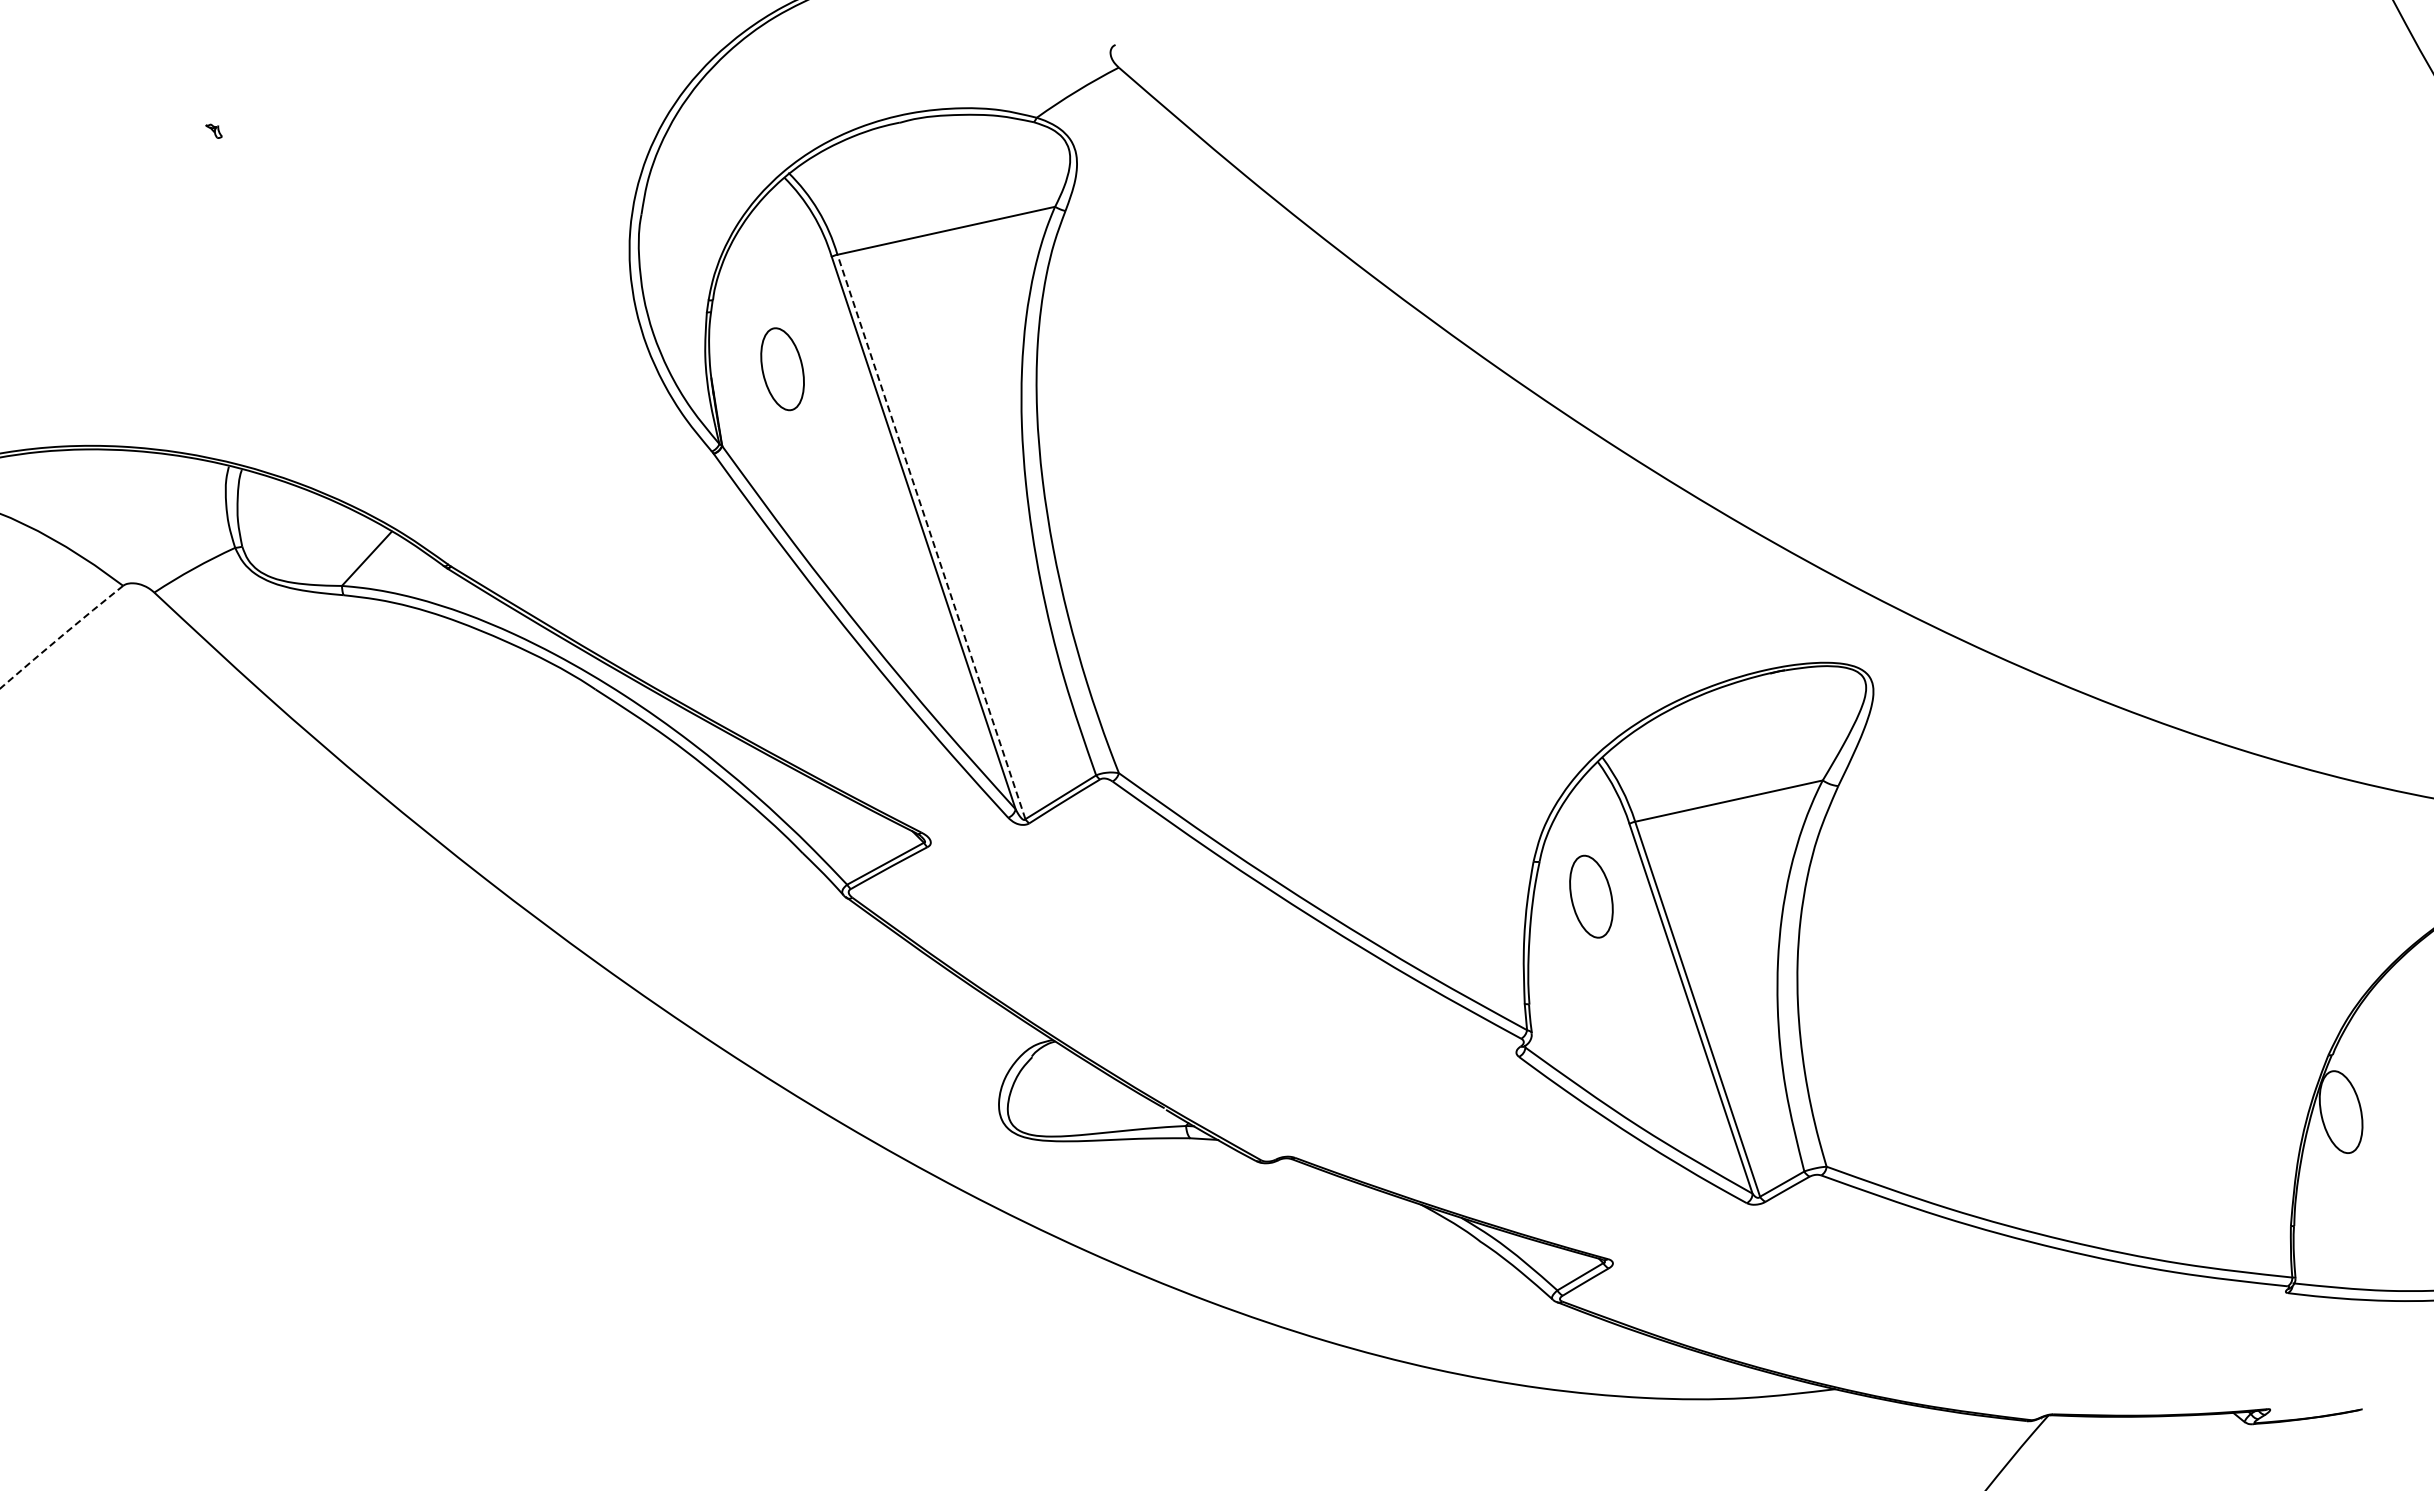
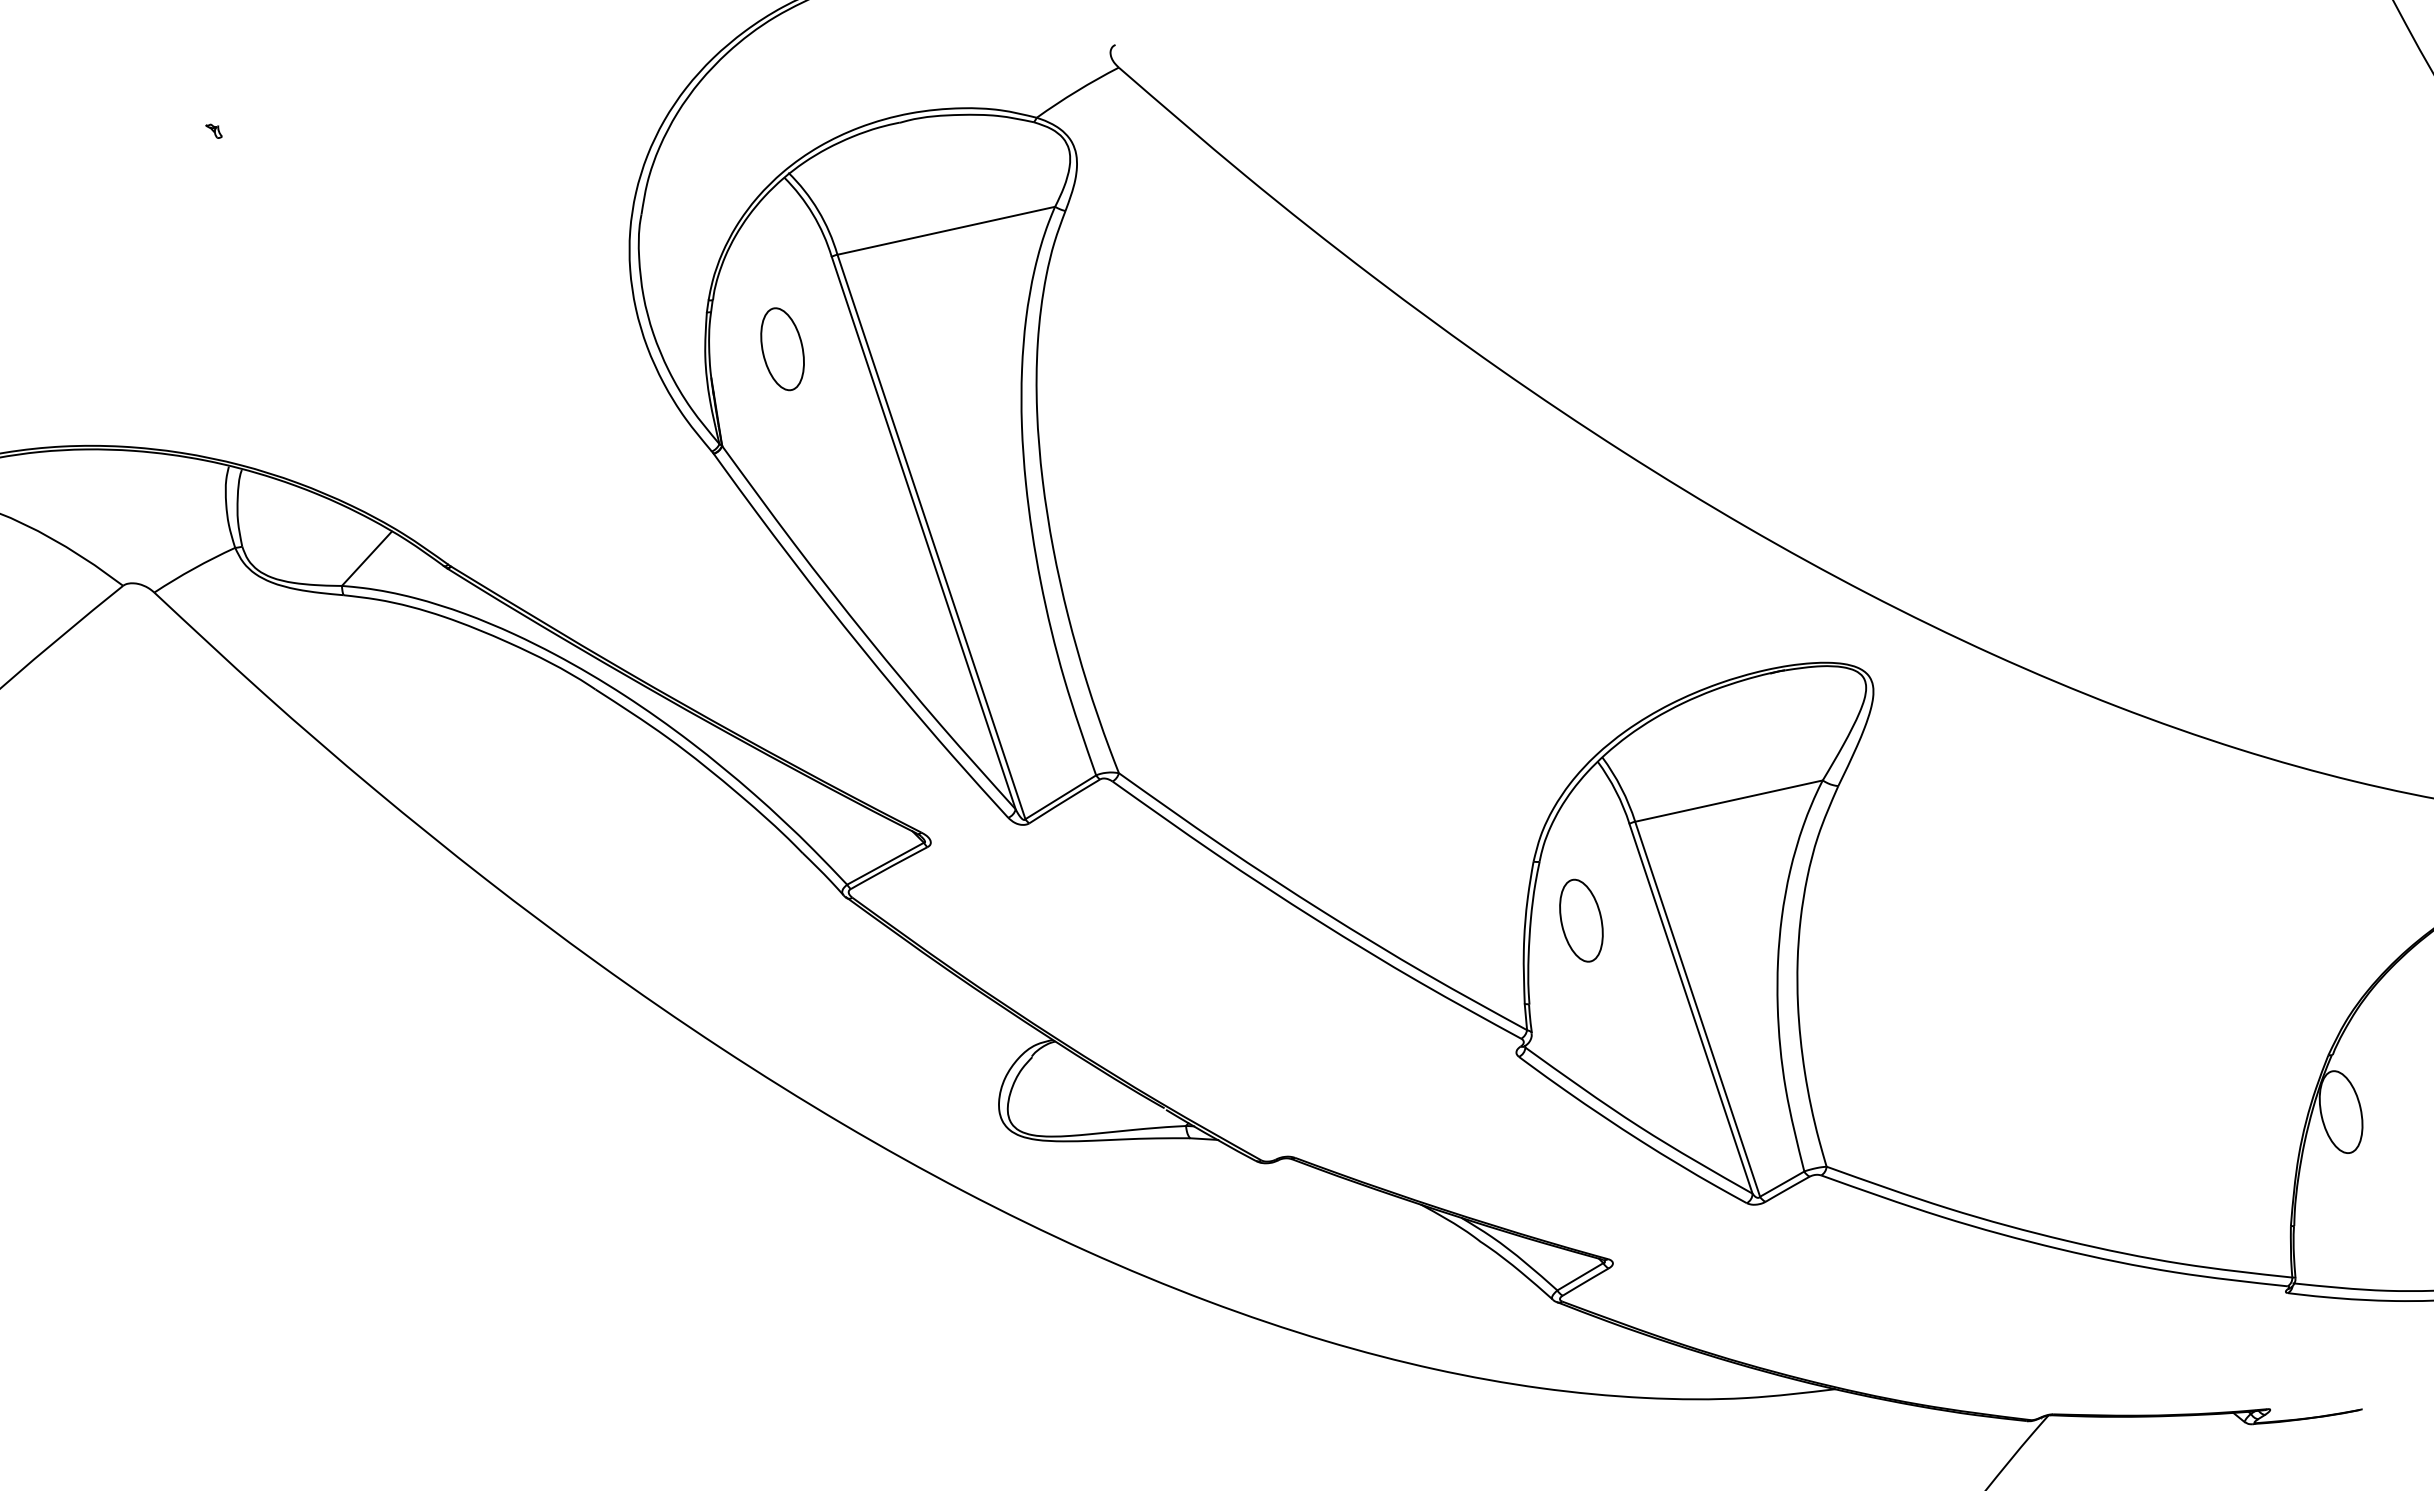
part at (782, 369) position: (782, 369) -> (782, 349)
line at (931, 536): dashed -> solid
arc at (61, 636): dashed -> solid
part at (1591, 896) position: (1591, 896) -> (1581, 920)
